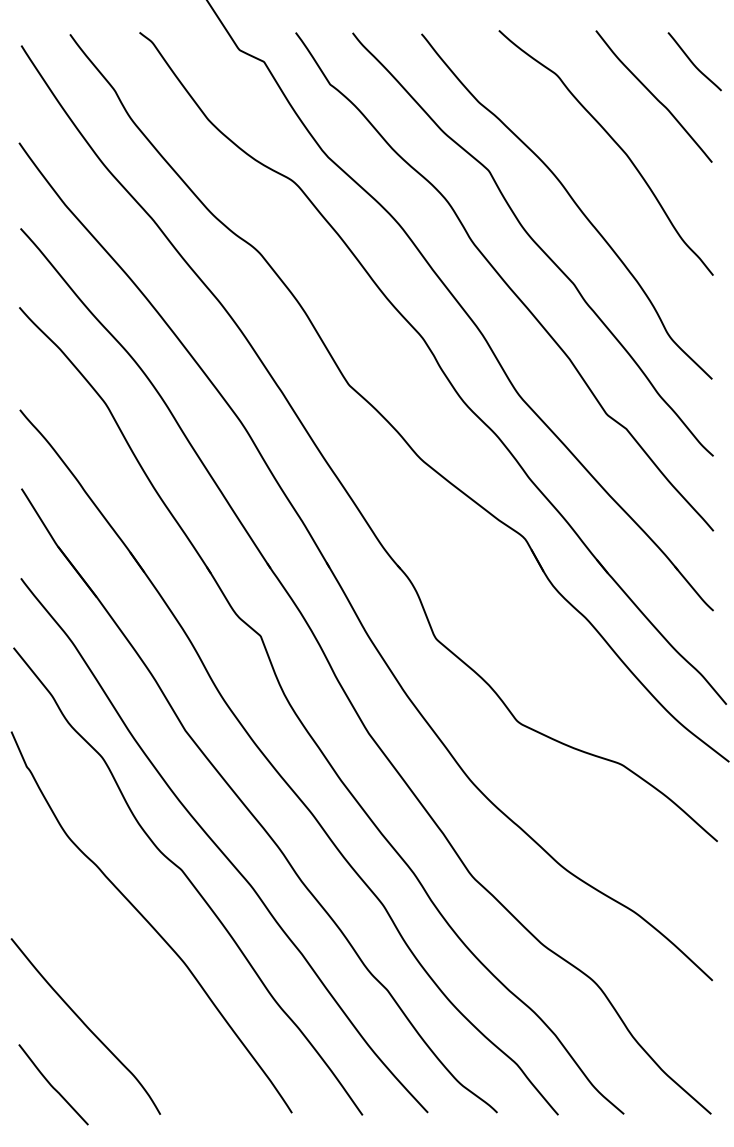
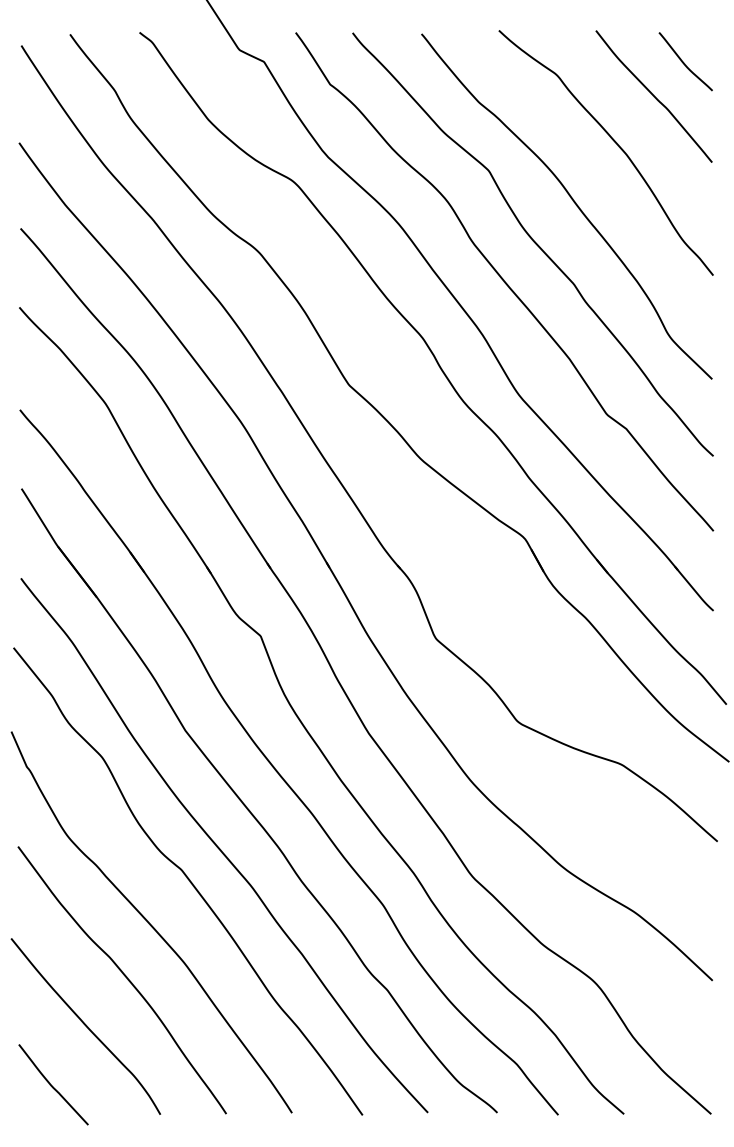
curve at (693, 62) position: (693, 62) -> (684, 62)
curve at (124, 976): none -> present
